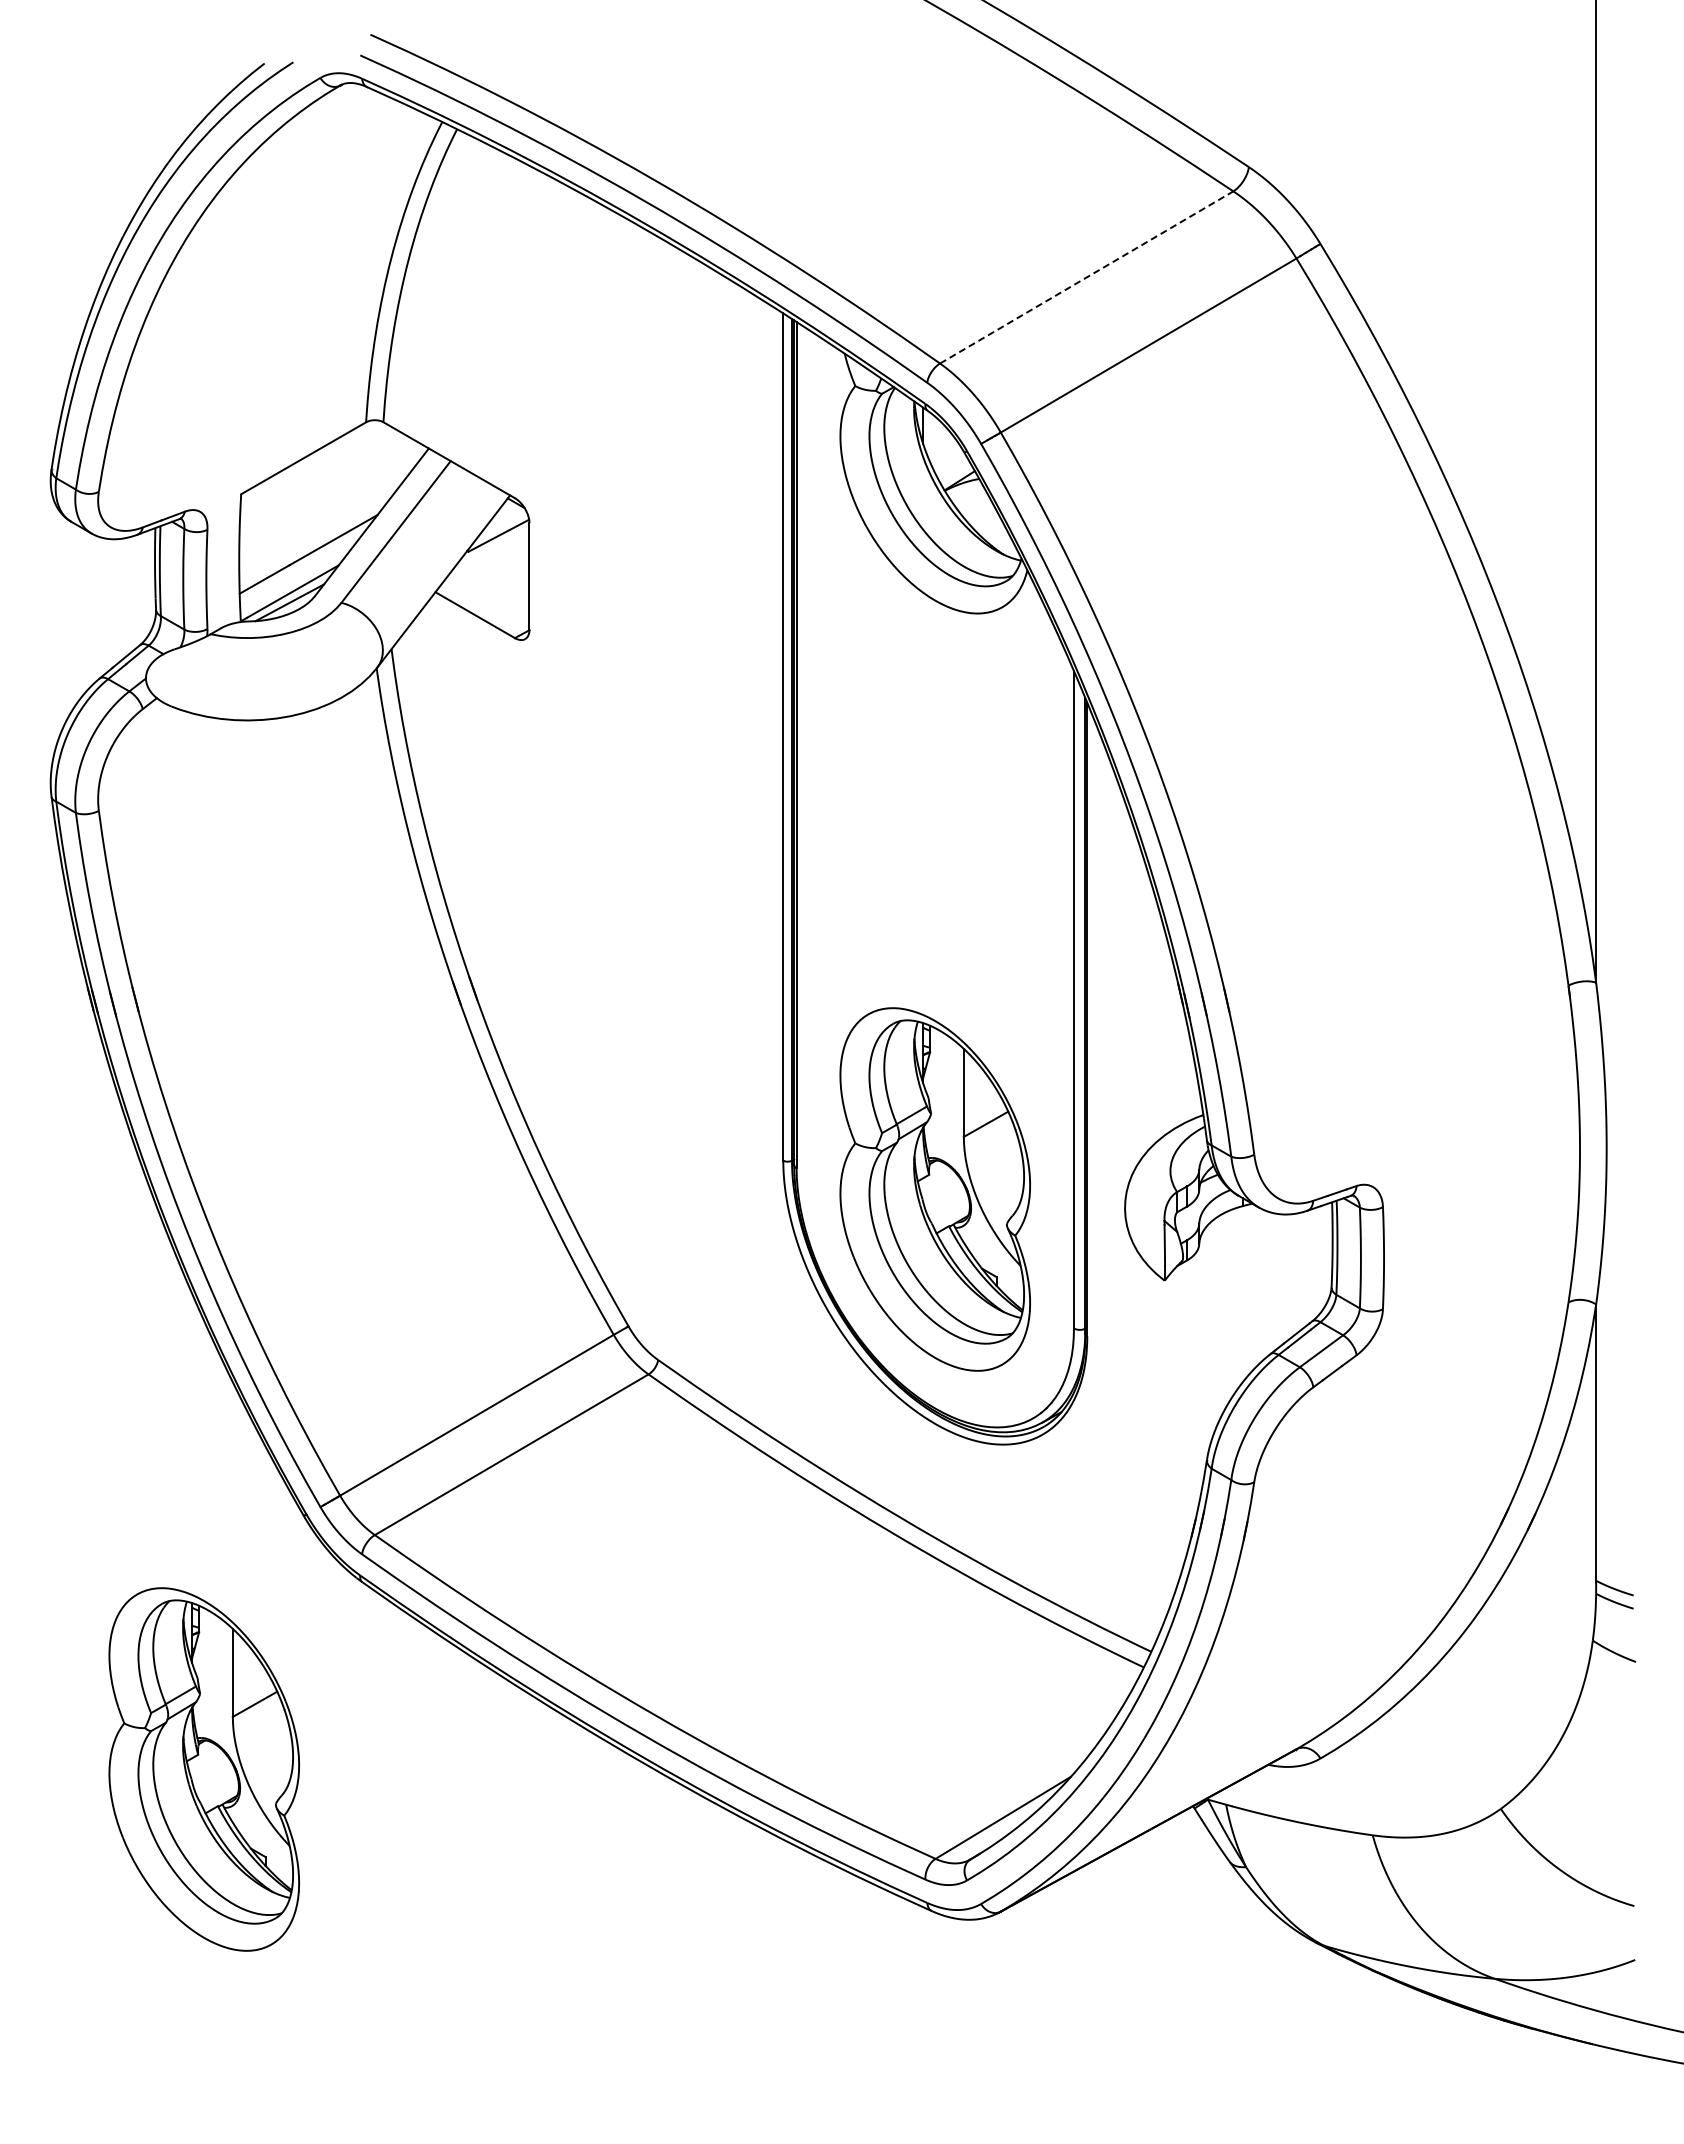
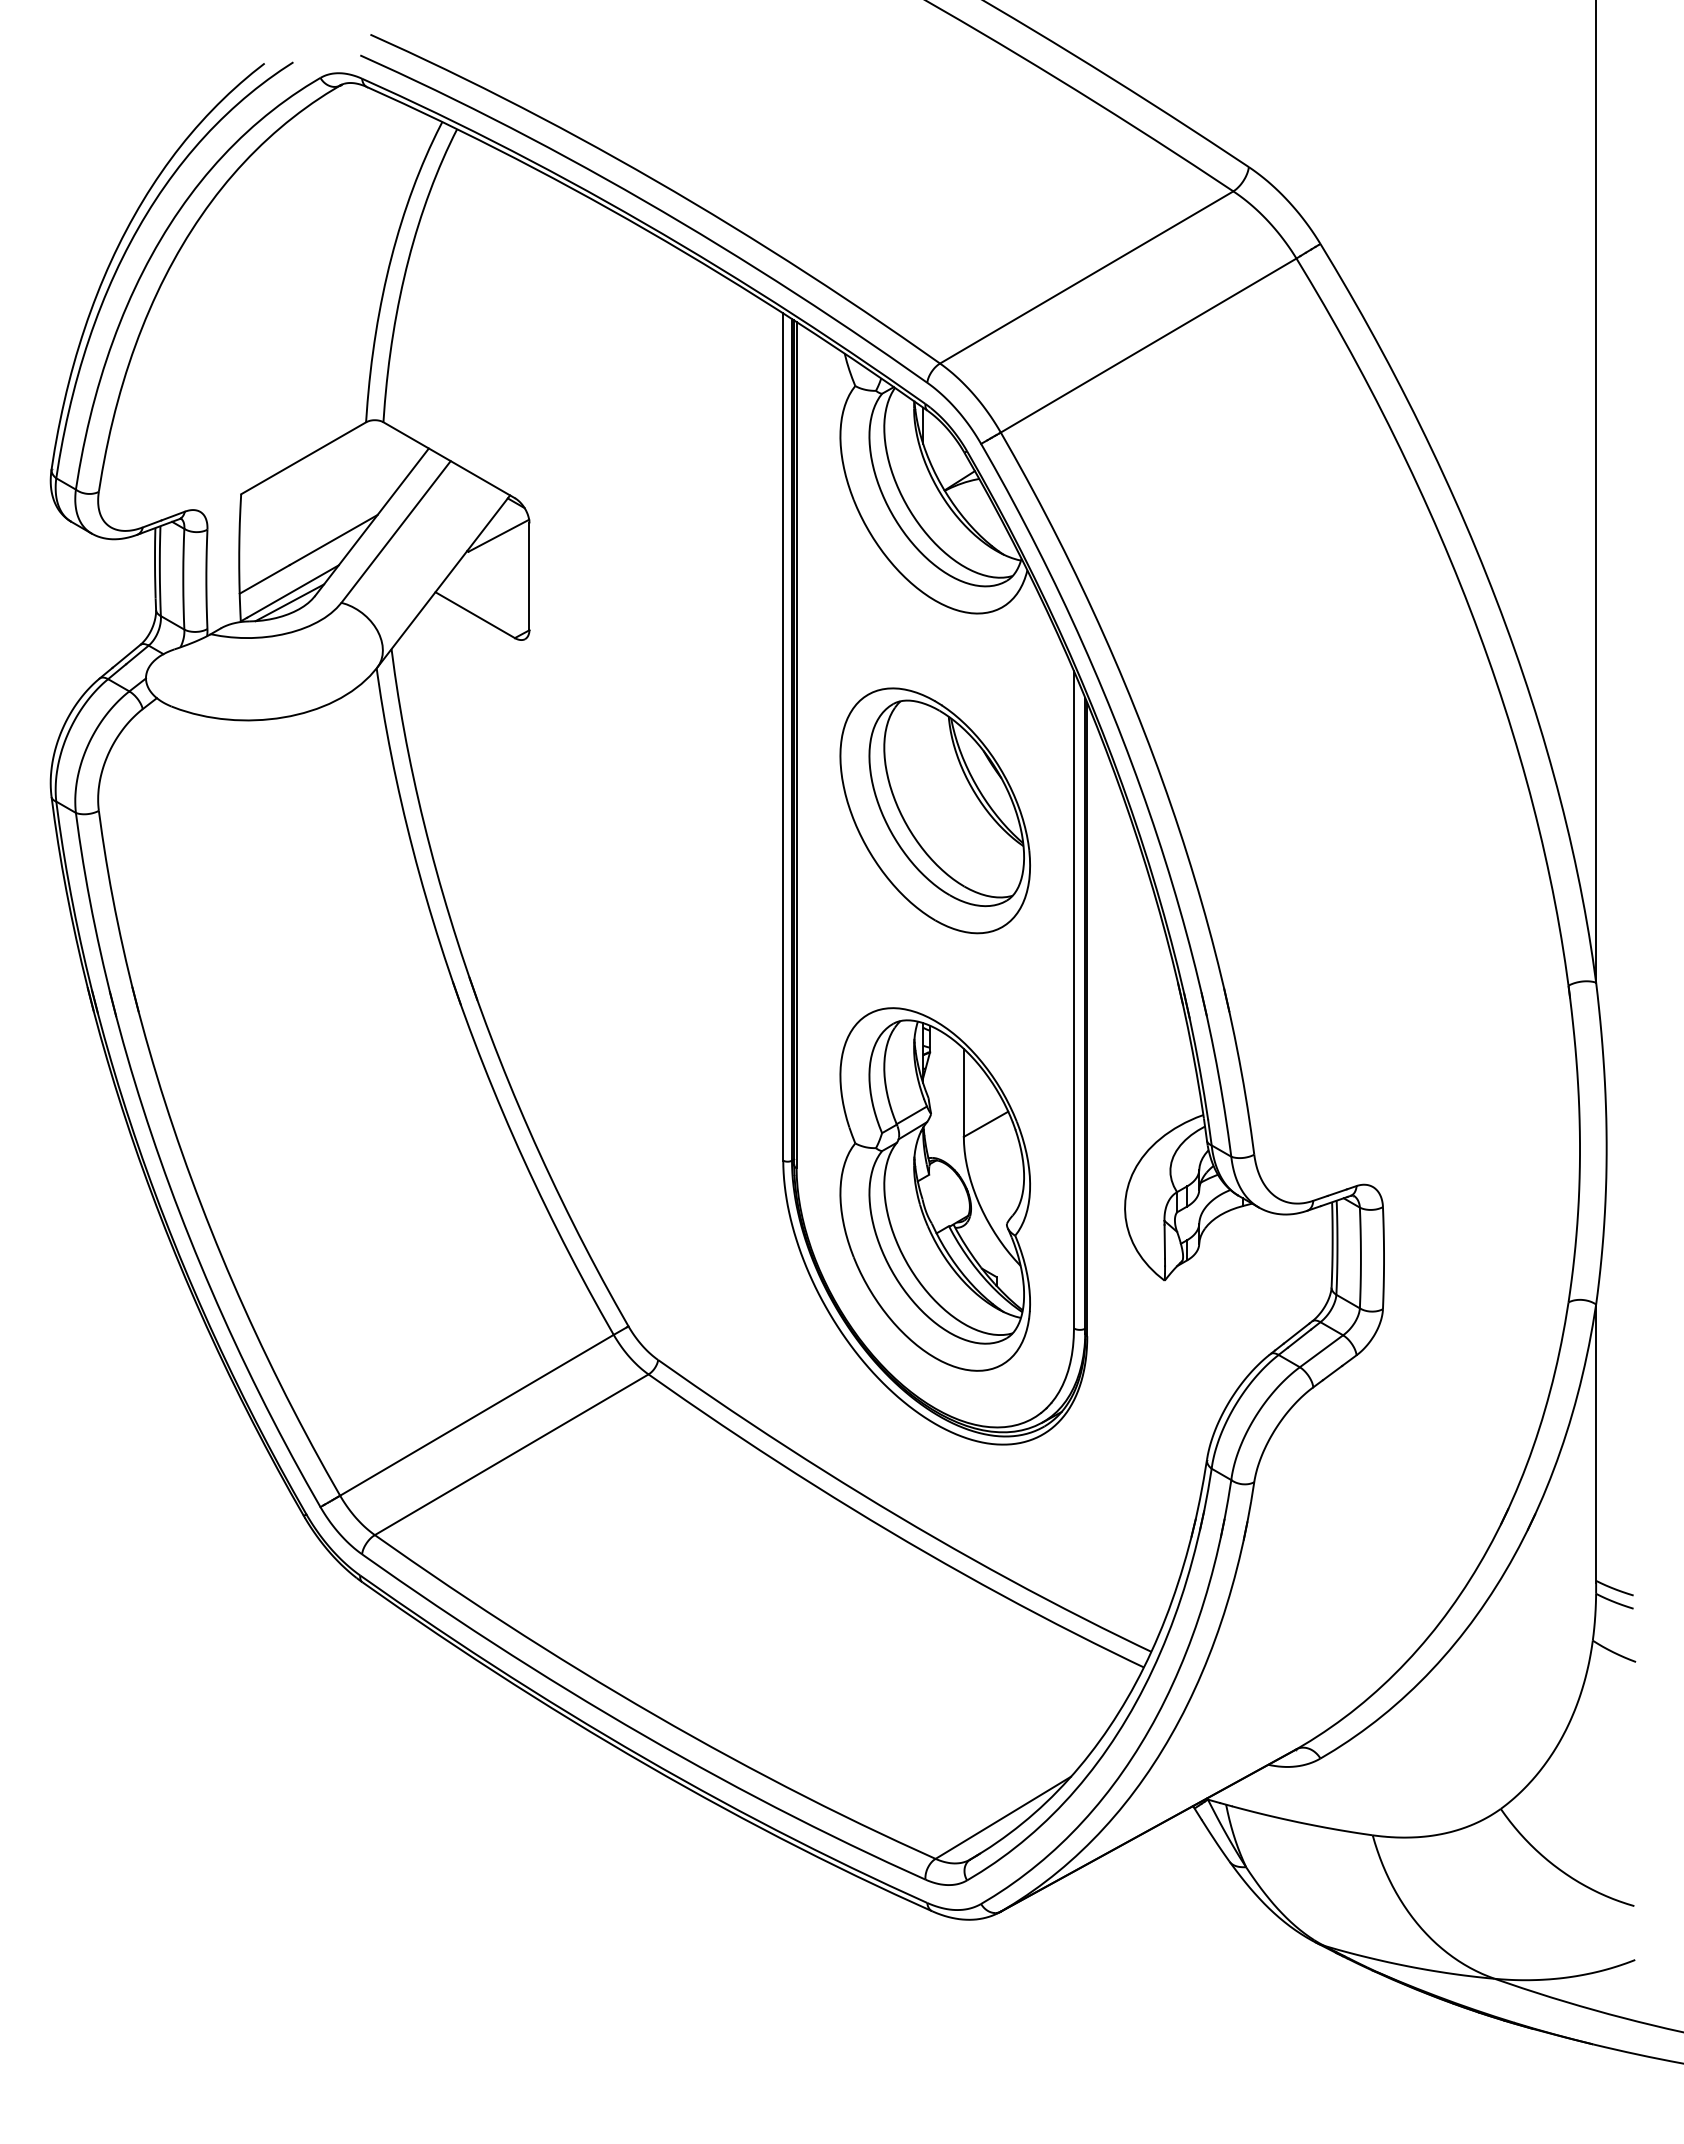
line at (1087, 277): dashed -> solid
part at (934, 810): none -> present
part at (203, 1769): present -> none
